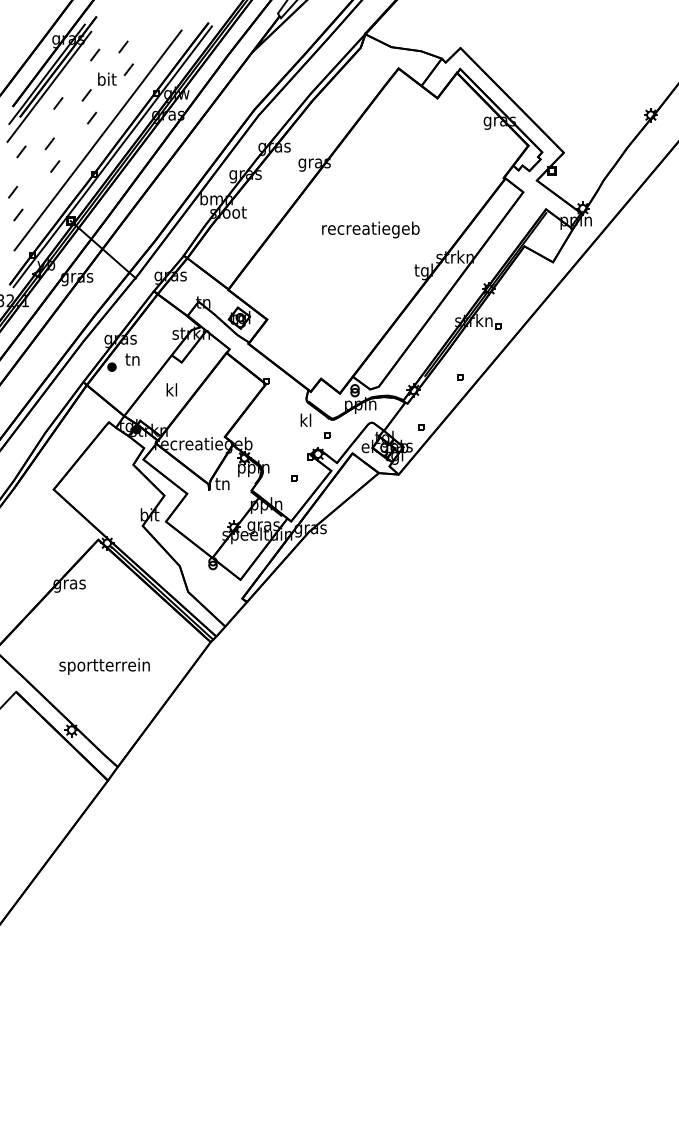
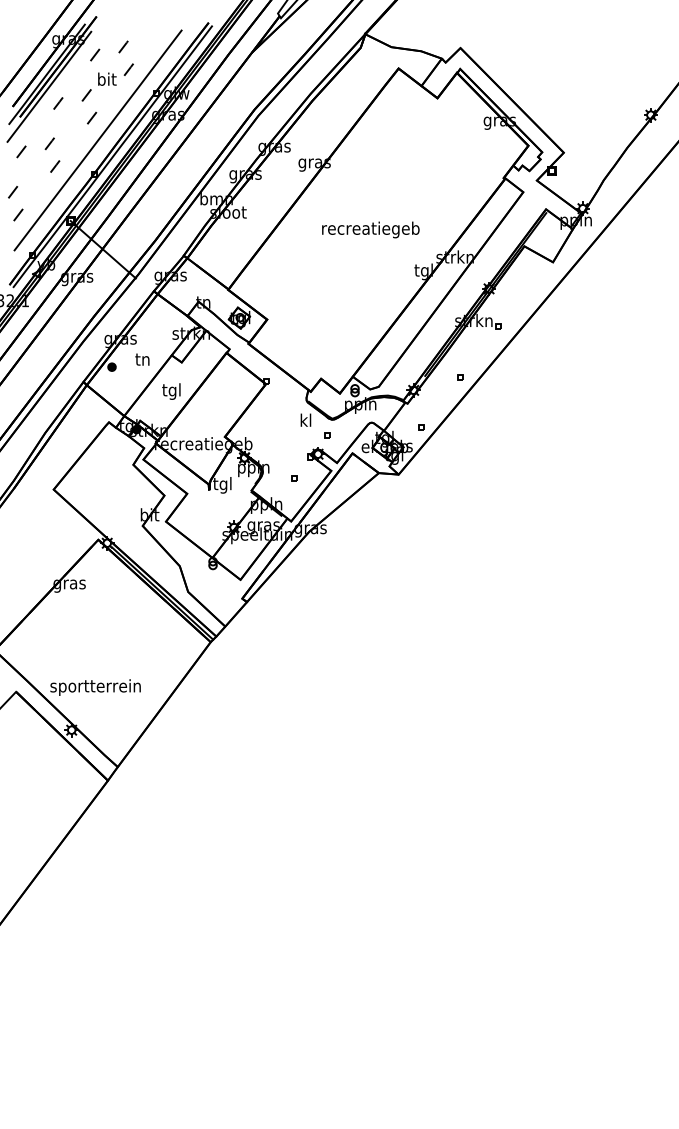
text at (132, 359) position: (132, 359) -> (142, 359)
text at (171, 391): kl -> tgl
text at (222, 485): tn -> tgl
text at (104, 666) position: (104, 666) -> (95, 687)
